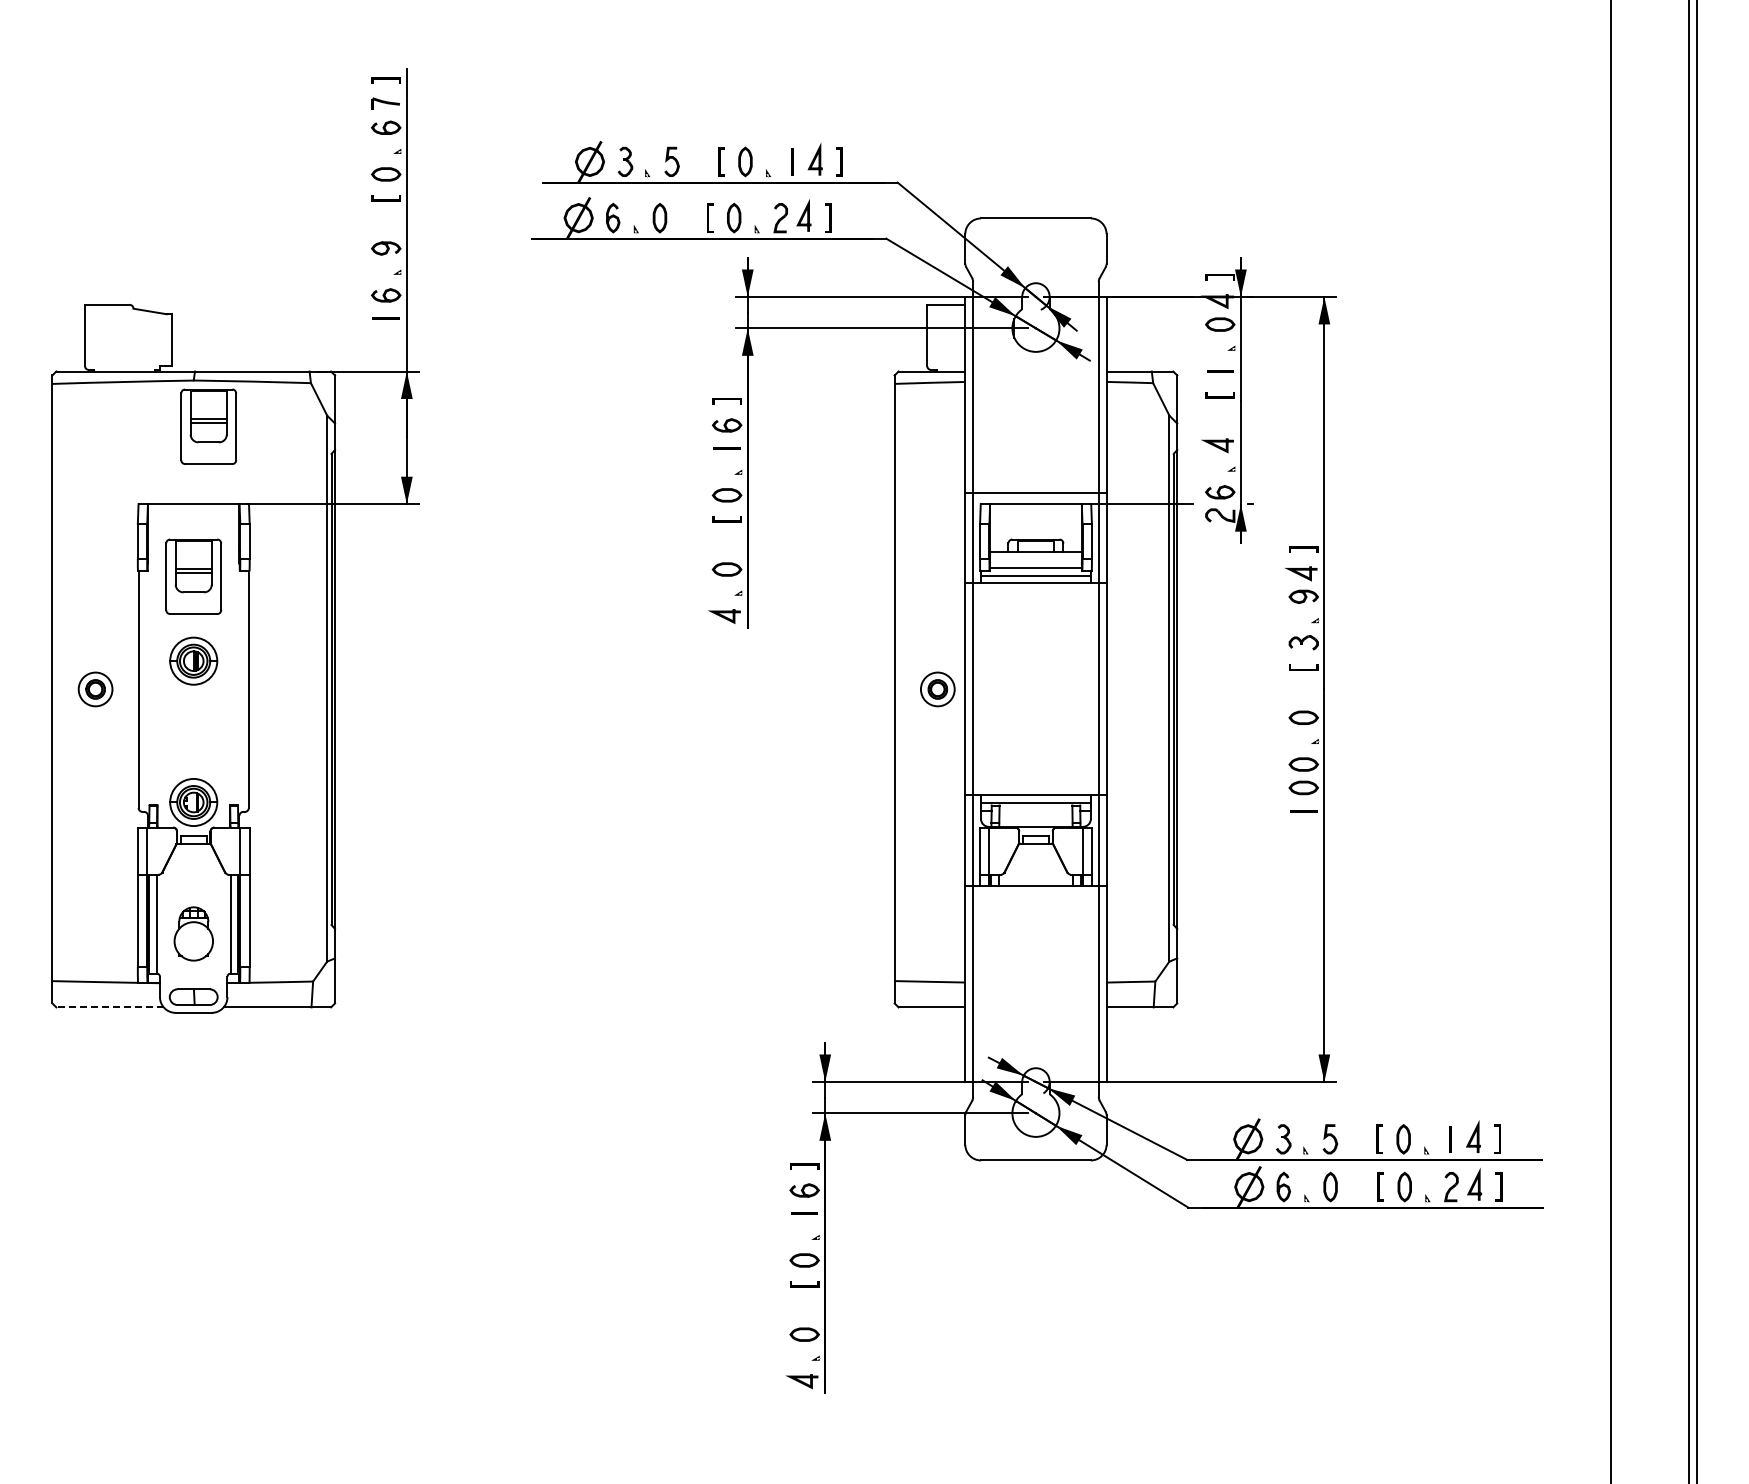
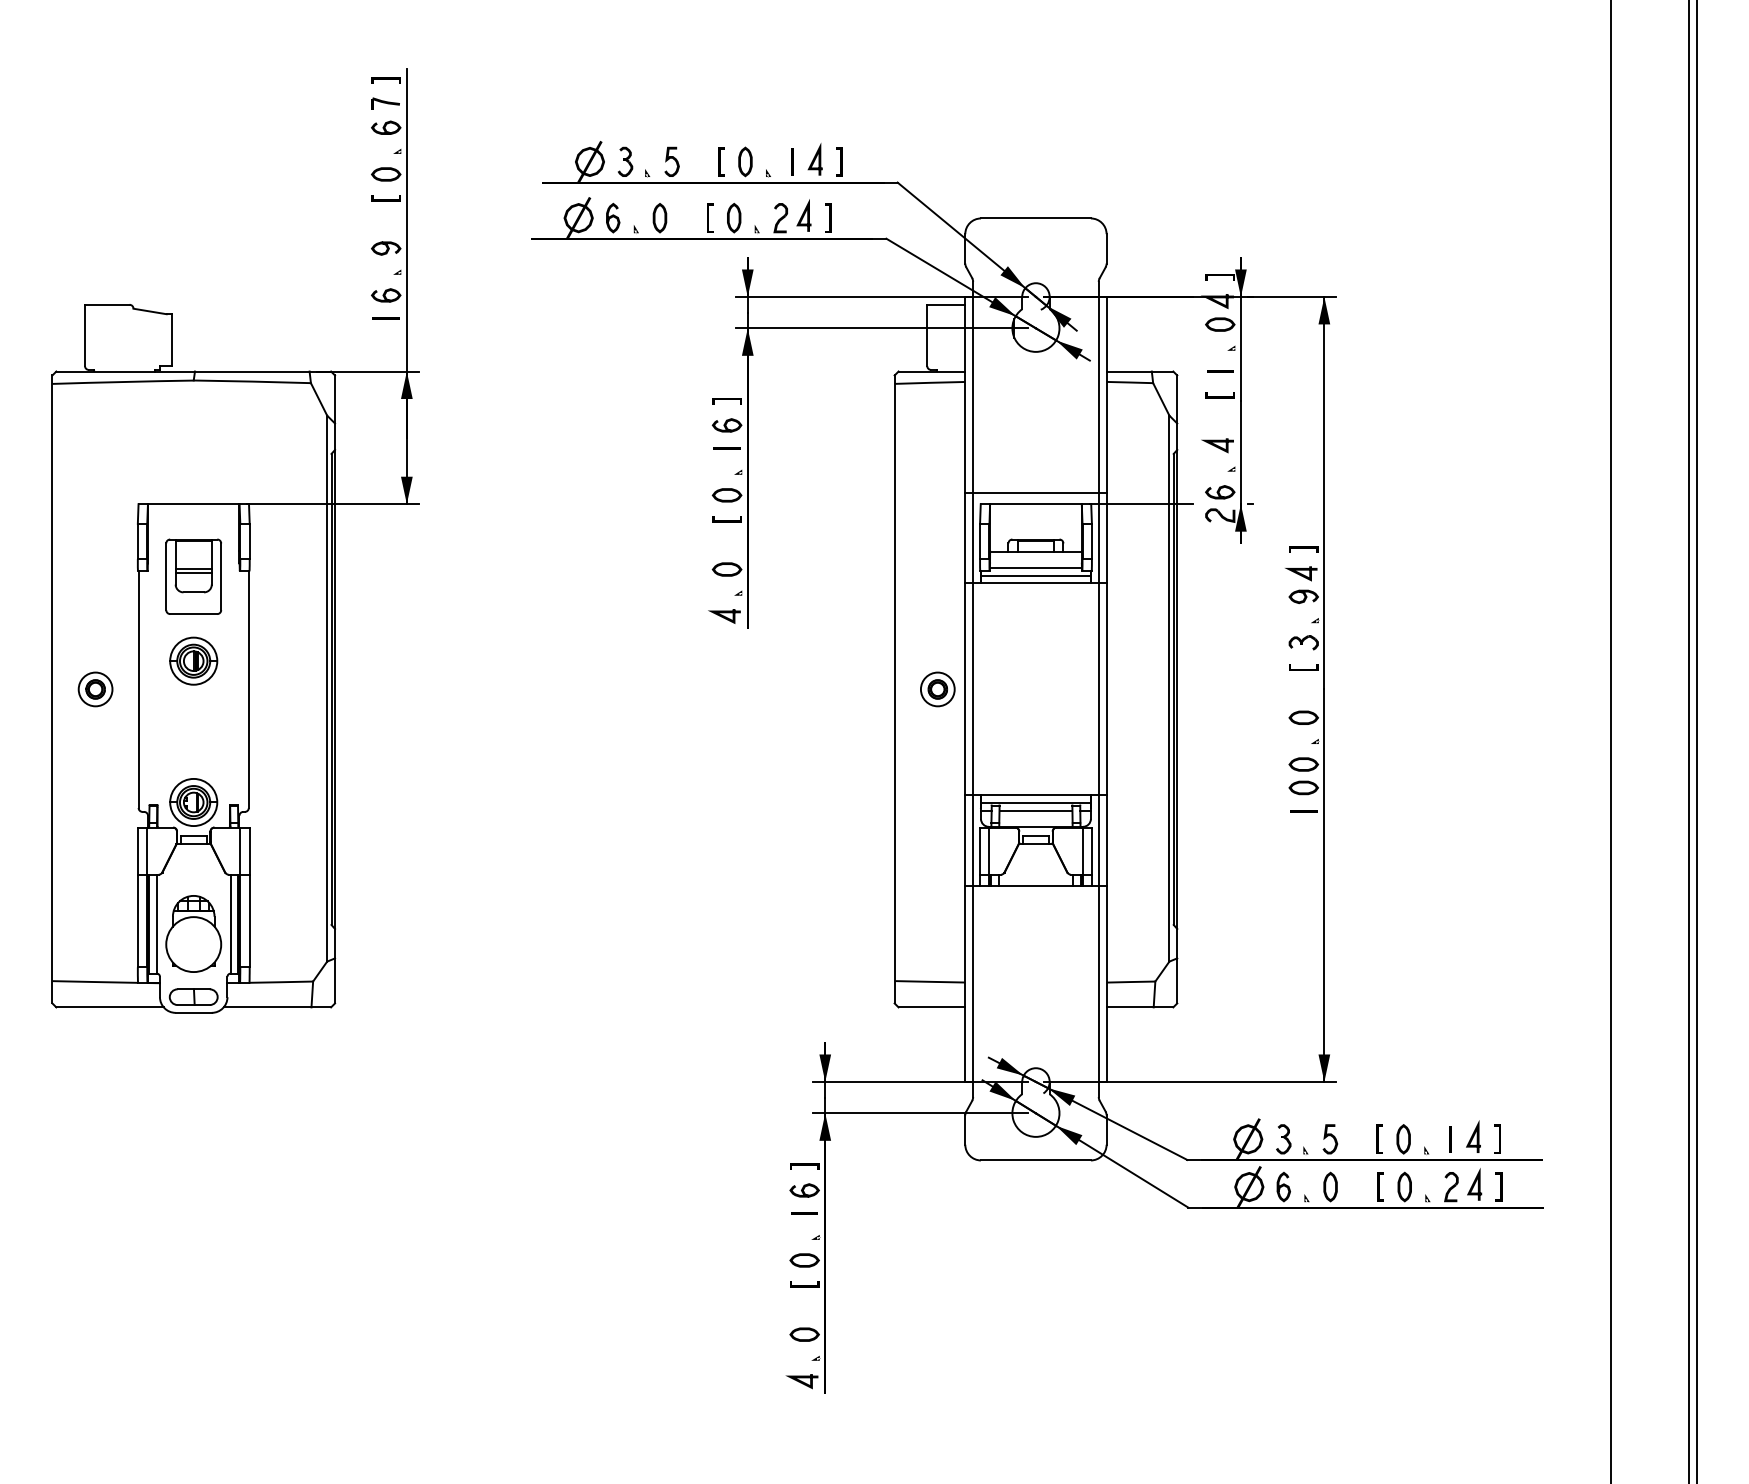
part at (208, 426): present -> none
line at (1035, 811): none -> present
part at (193, 933) size: 41x56 px -> 58x78 px
line at (110, 1007): dashed -> solid
